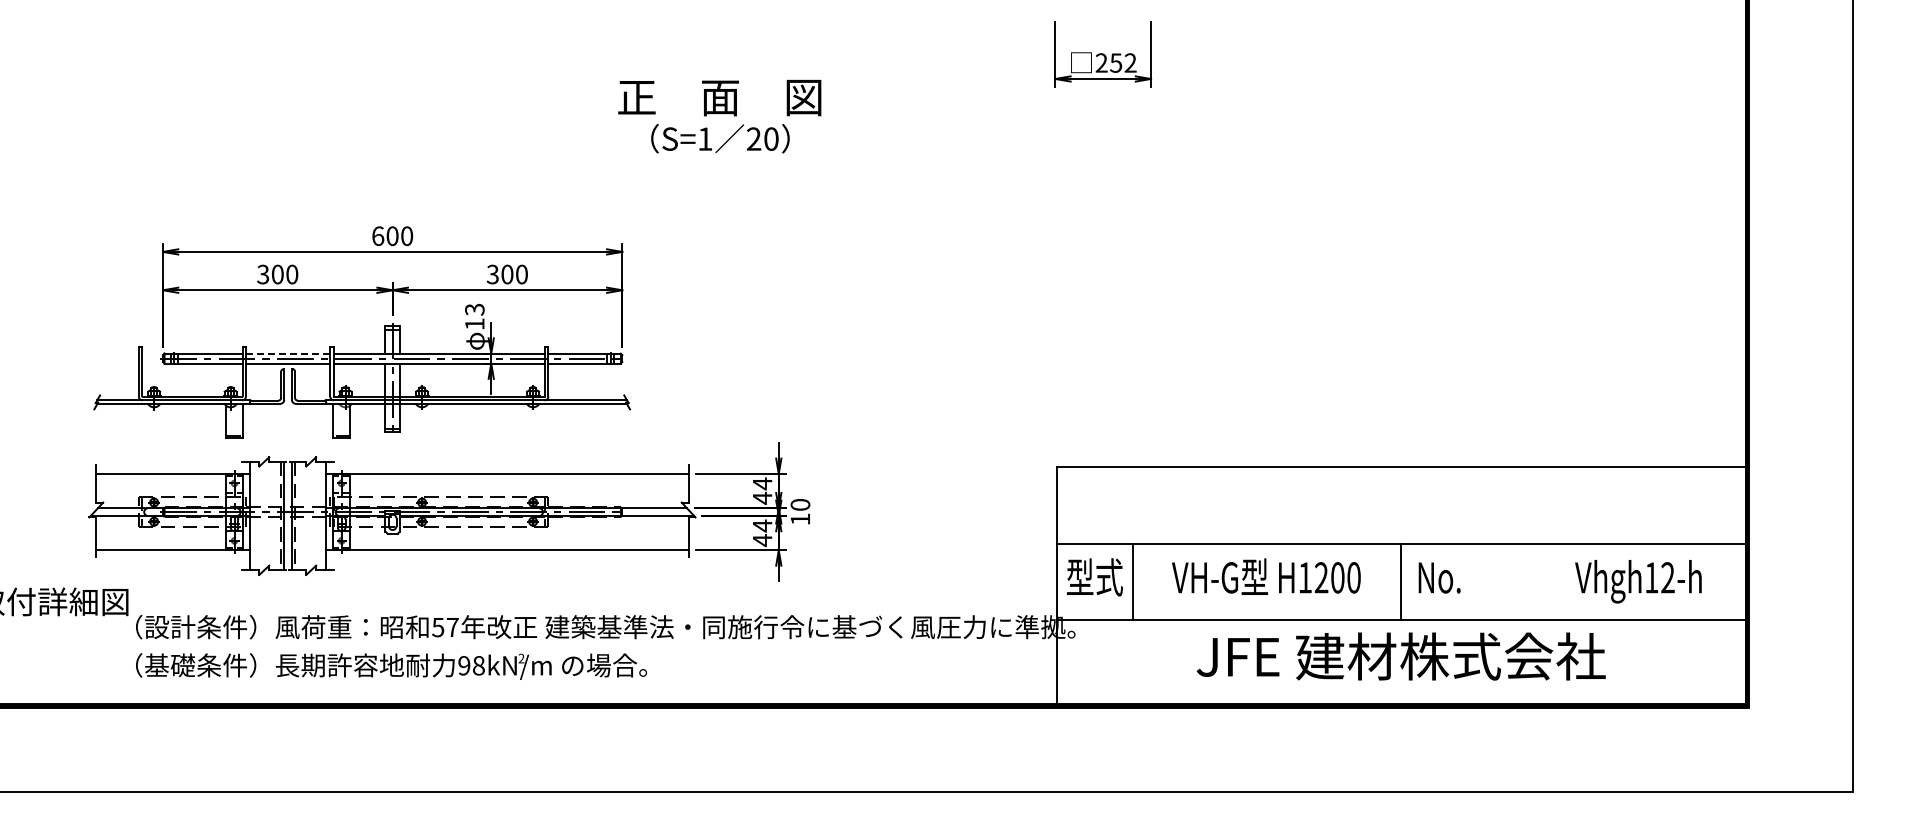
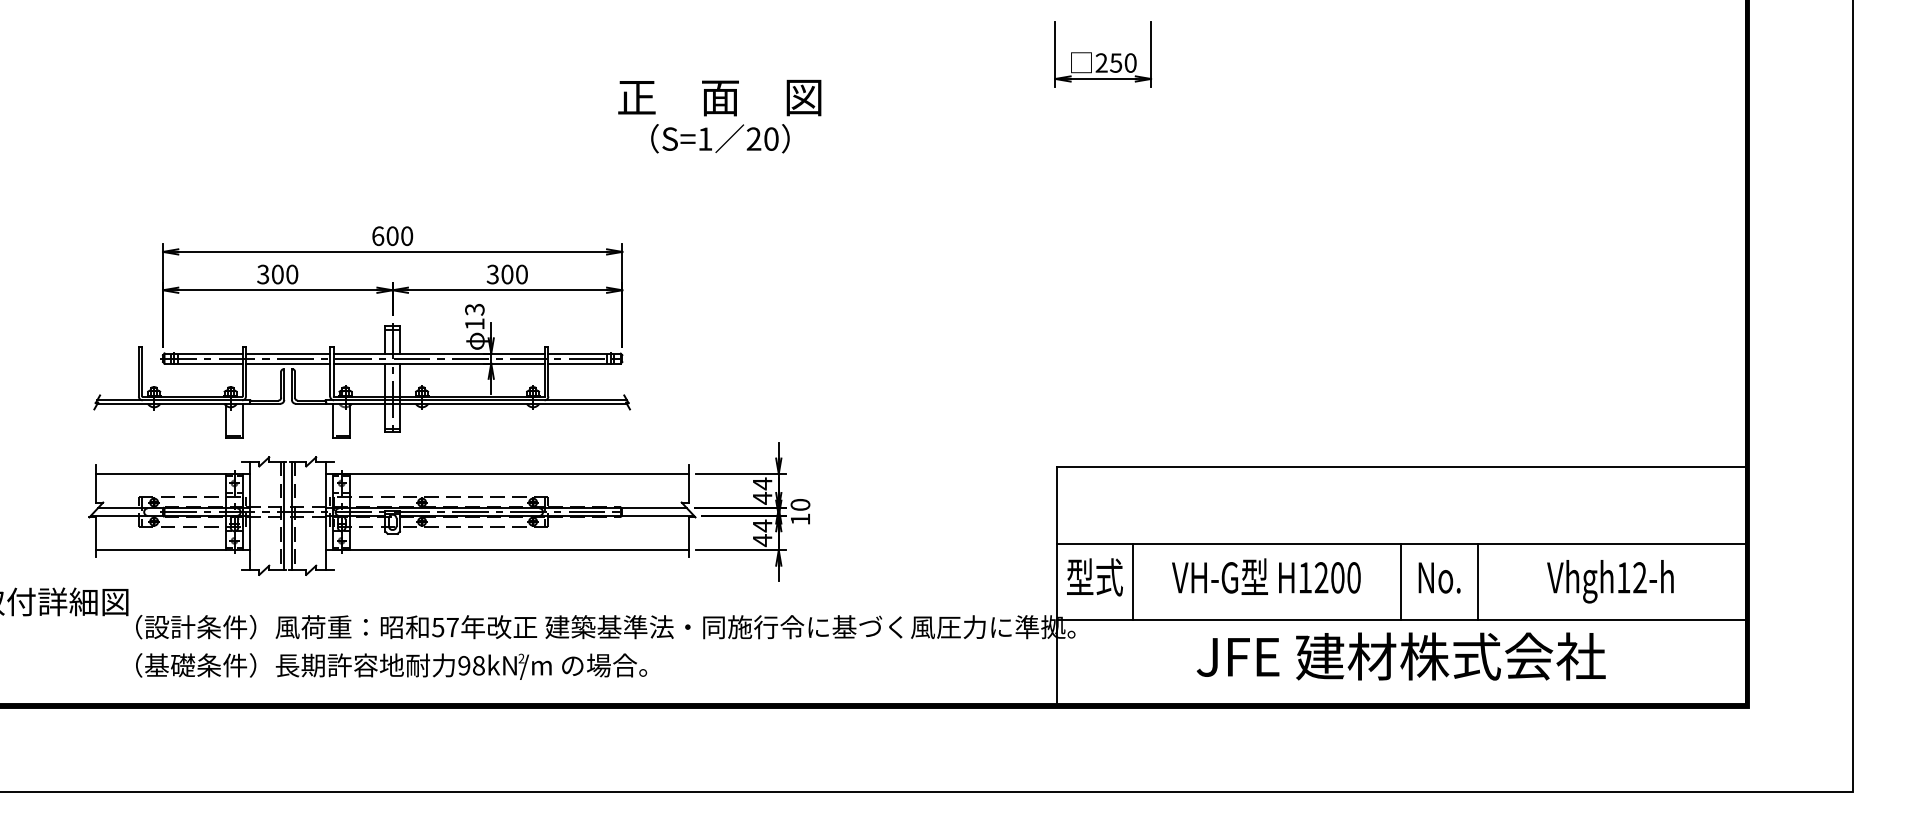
text at (1130, 62): 252 -> 250
line at (288, 353): dashed -> solid
line at (1477, 581): none -> present
text at (1638, 581) position: (1638, 581) -> (1610, 581)
